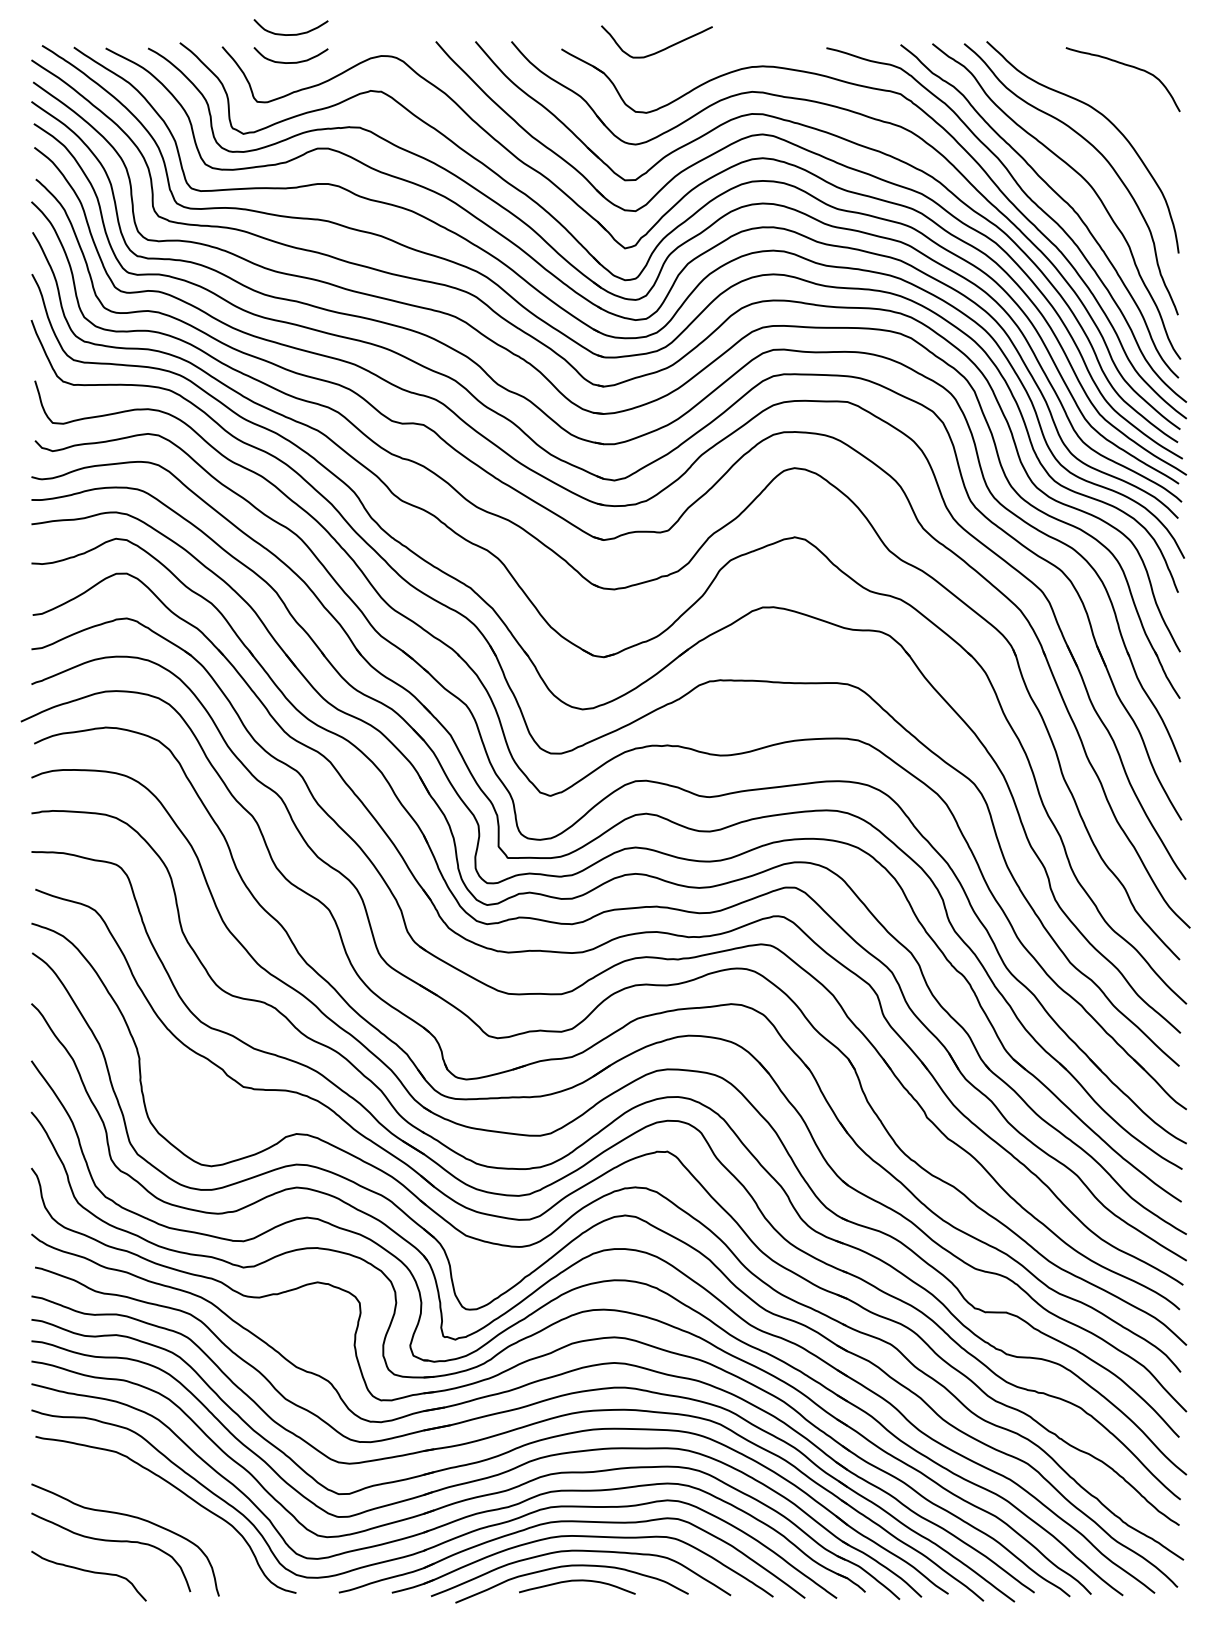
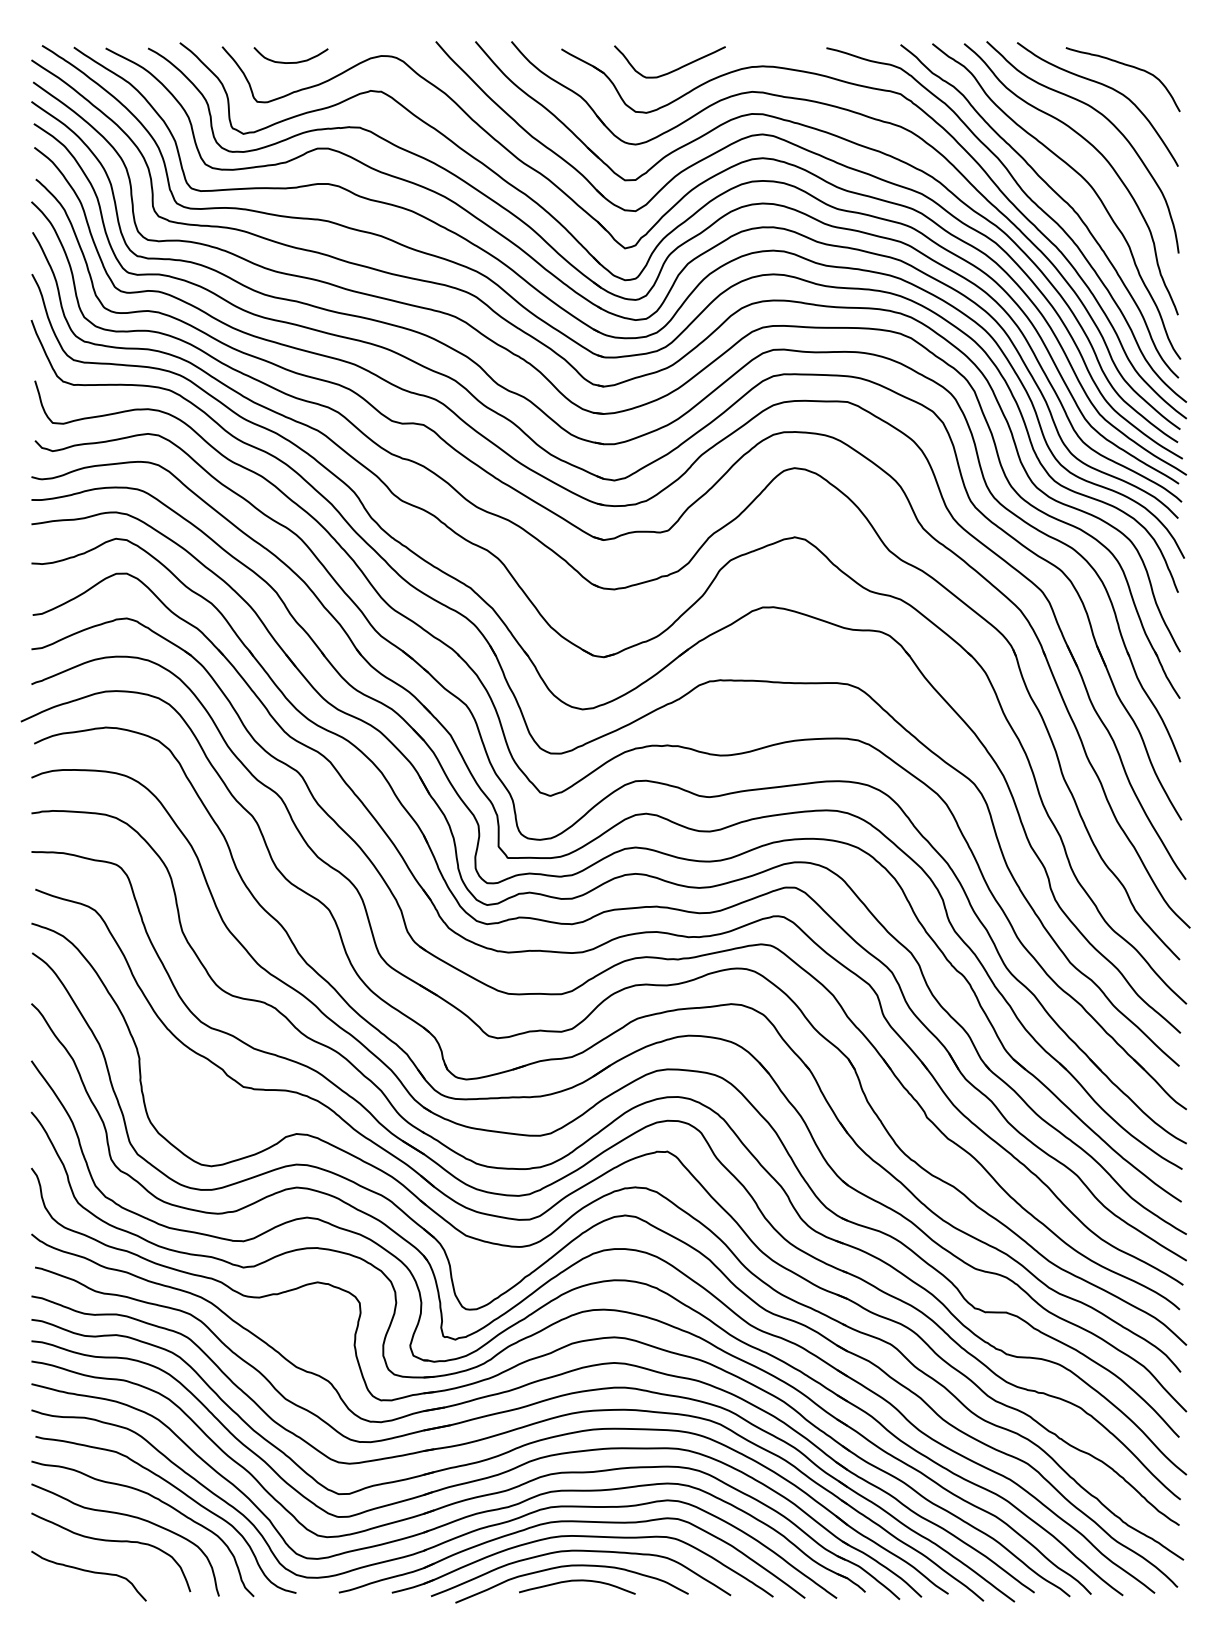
curve at (290, 34): present -> none
curve at (661, 49) position: (661, 49) -> (674, 69)
curve at (1106, 87): none -> present
curve at (159, 1501): none -> present
